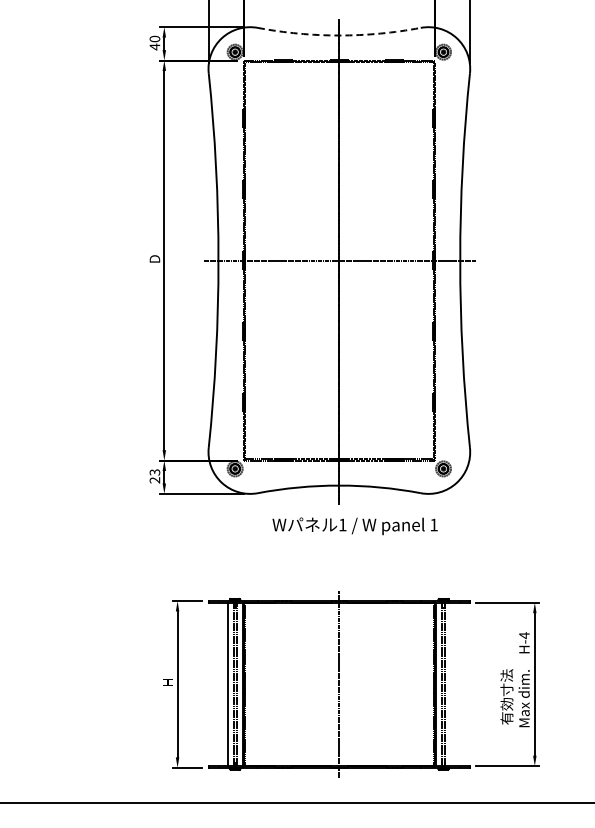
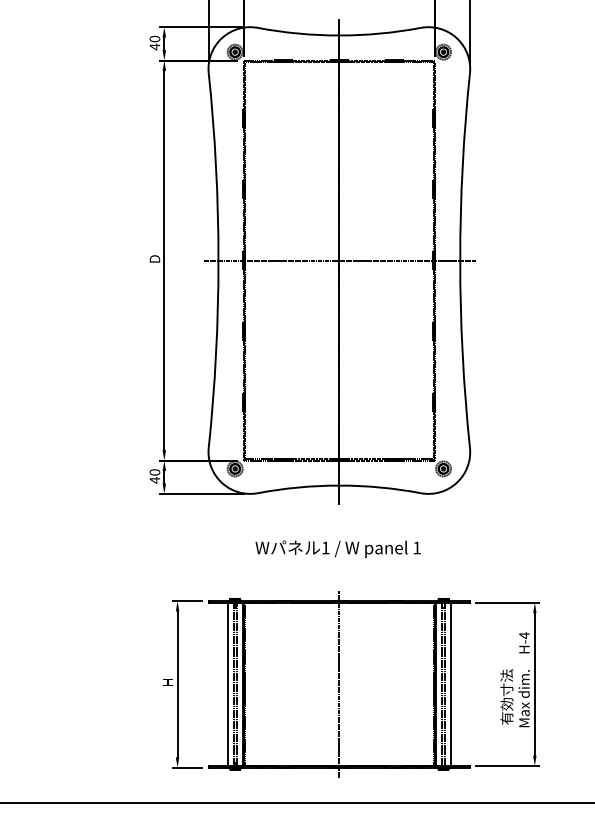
arc at (339, 35): dashed -> solid
text at (154, 476): 23 -> 40
text at (354, 526) position: (354, 526) -> (337, 549)
line at (451, 684): none -> present
